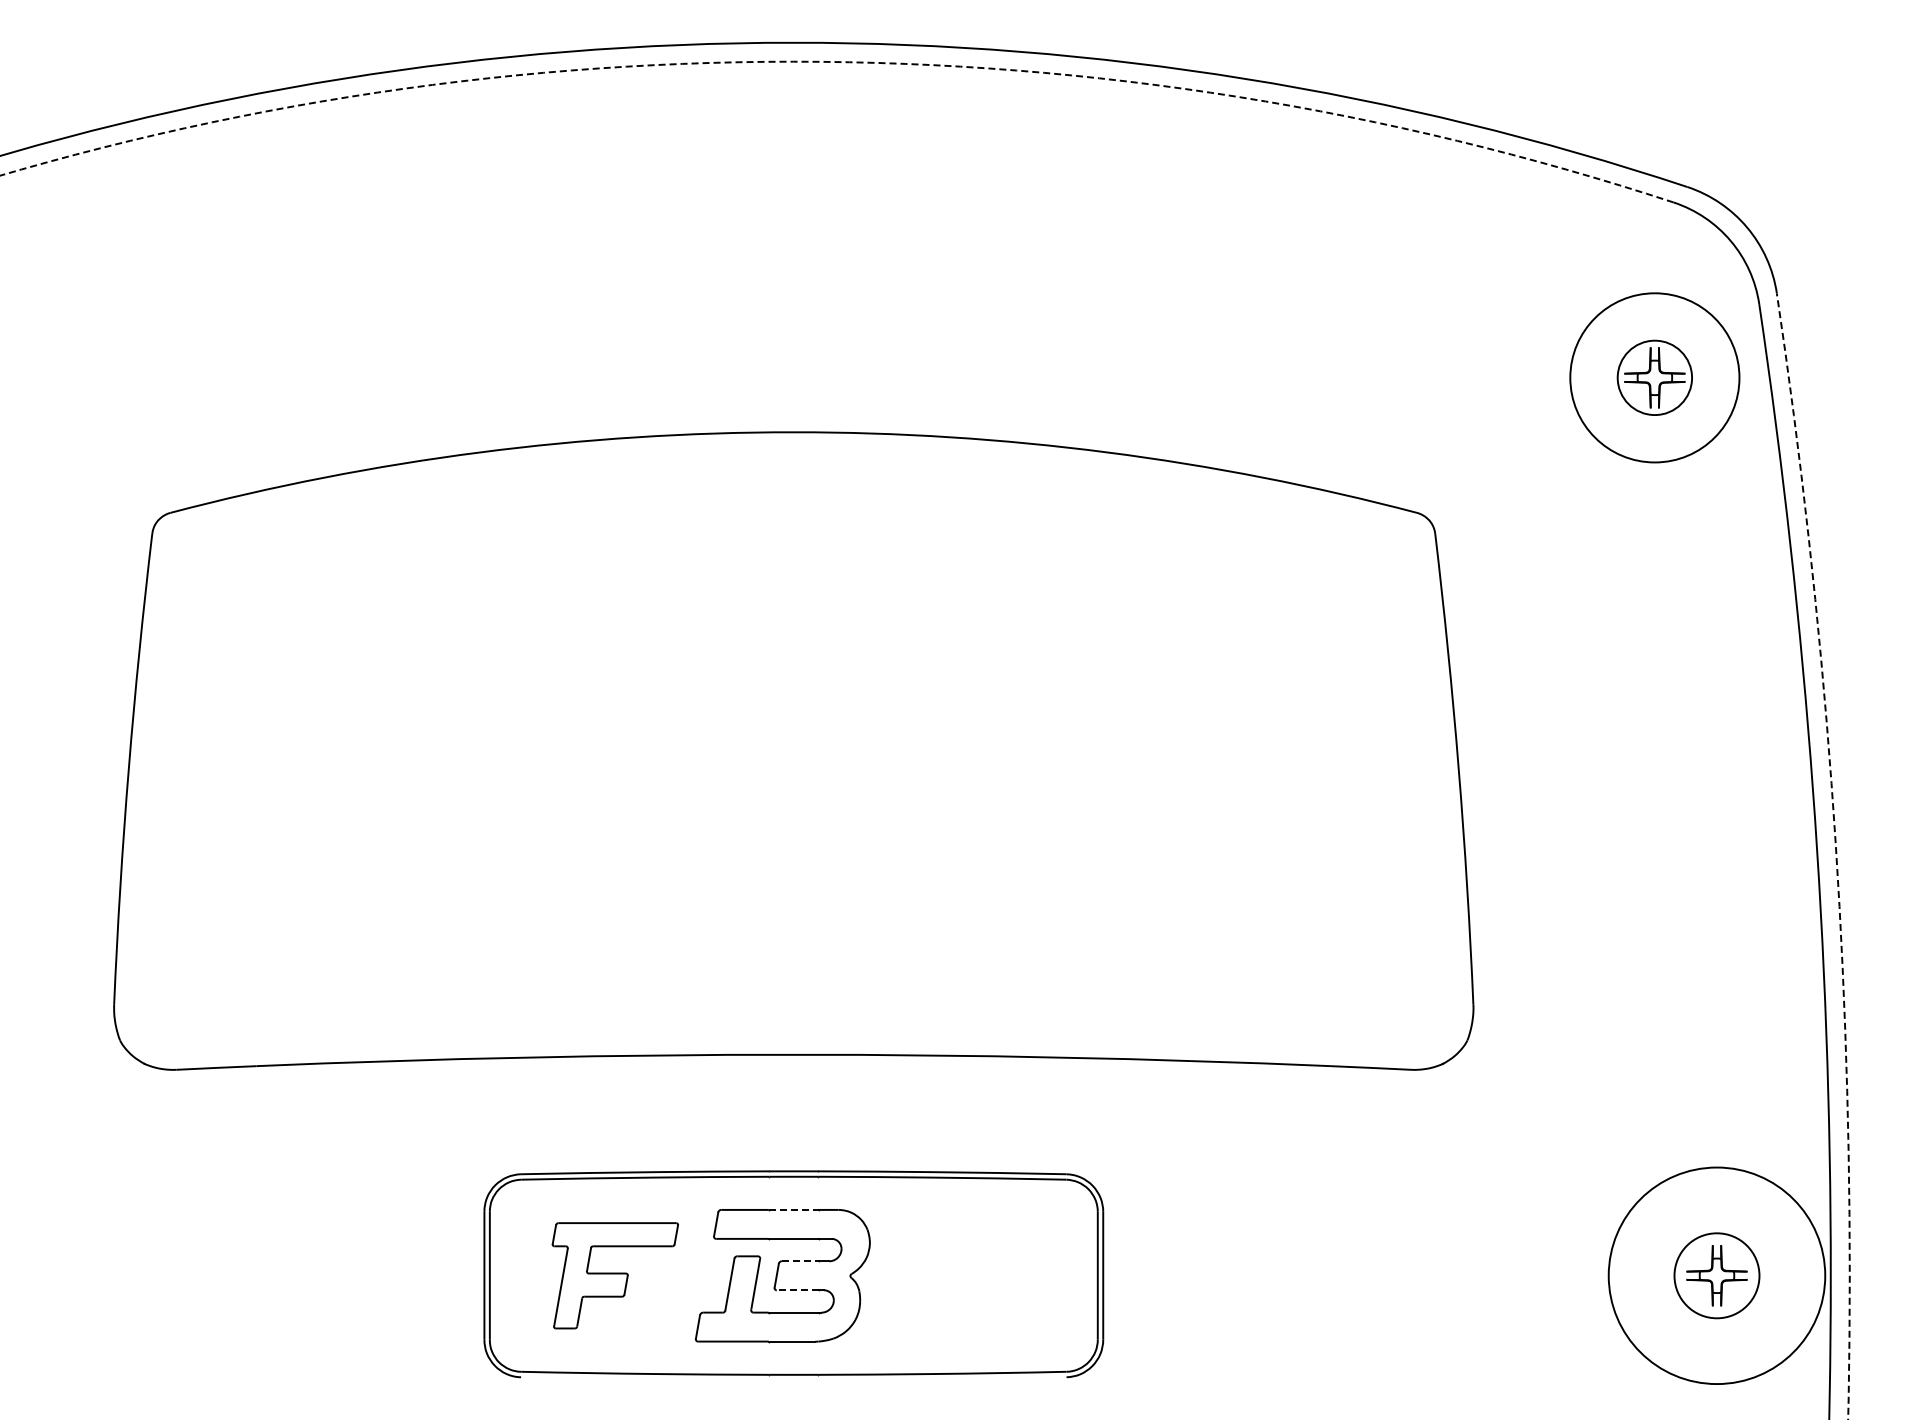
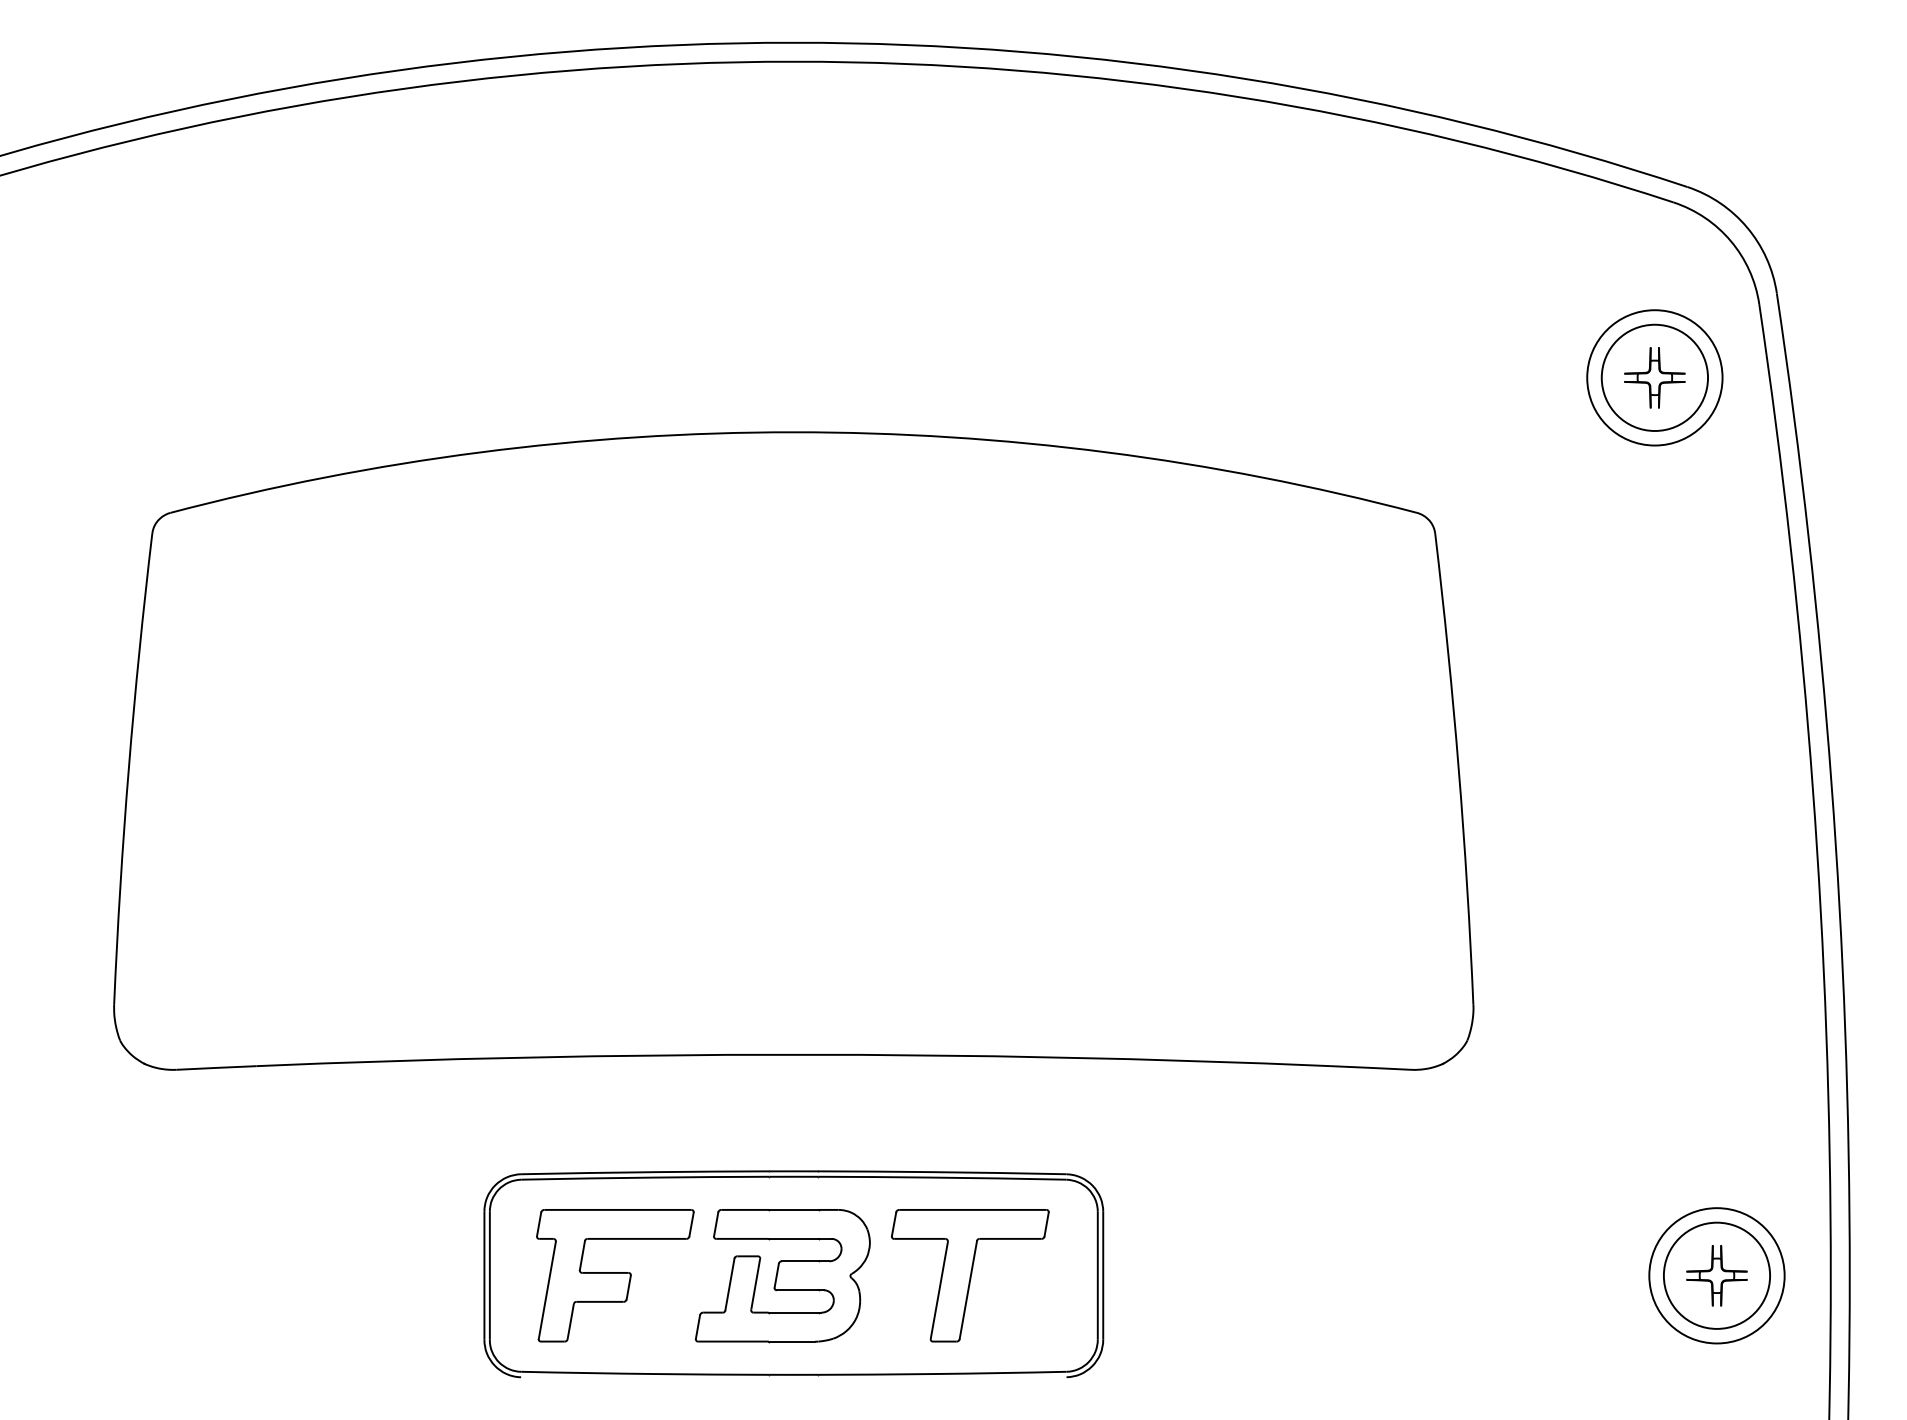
arc at (839, 62): dashed -> solid
circle at (1654, 377) diameter: 169 px -> 135 px
circle at (1654, 377) diameter: 74 px -> 106 px
arc at (1836, 854): dashed -> solid
line at (793, 1209): dashed -> solid
line at (800, 1261): dashed -> solid
part at (614, 1275) size: 128x108 px -> 159x134 px
part at (969, 1275): none -> present
circle at (1716, 1275) diameter: 217 px -> 135 px
circle at (1716, 1275) diameter: 85 px -> 106 px
line at (797, 1290): dashed -> solid
